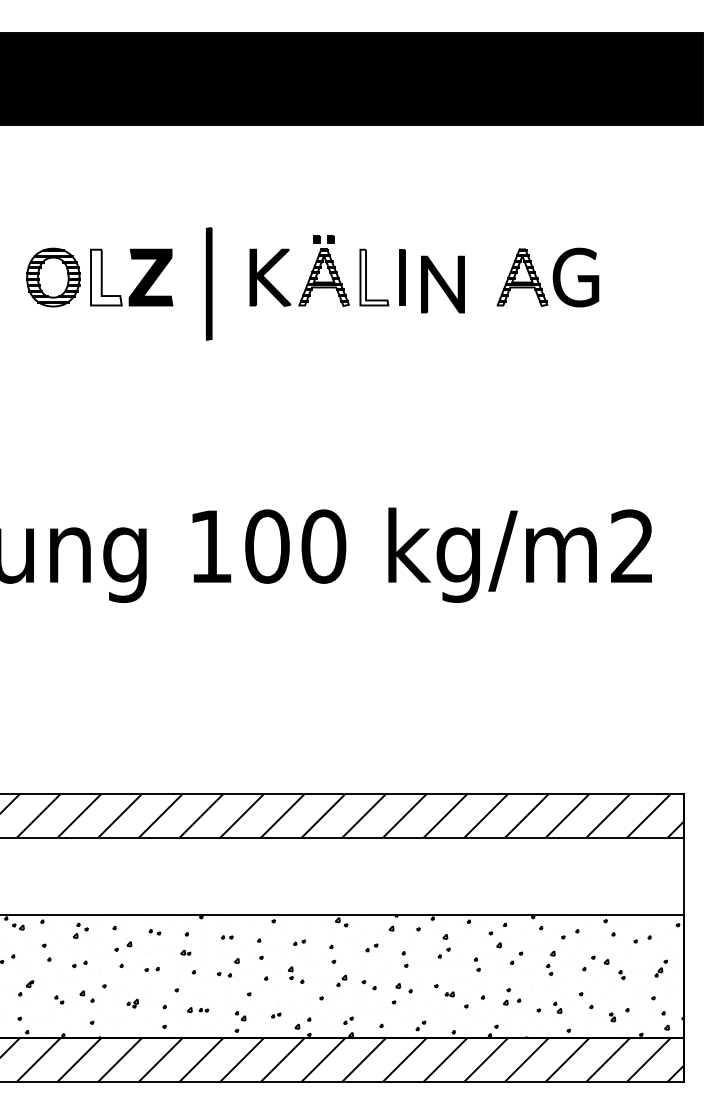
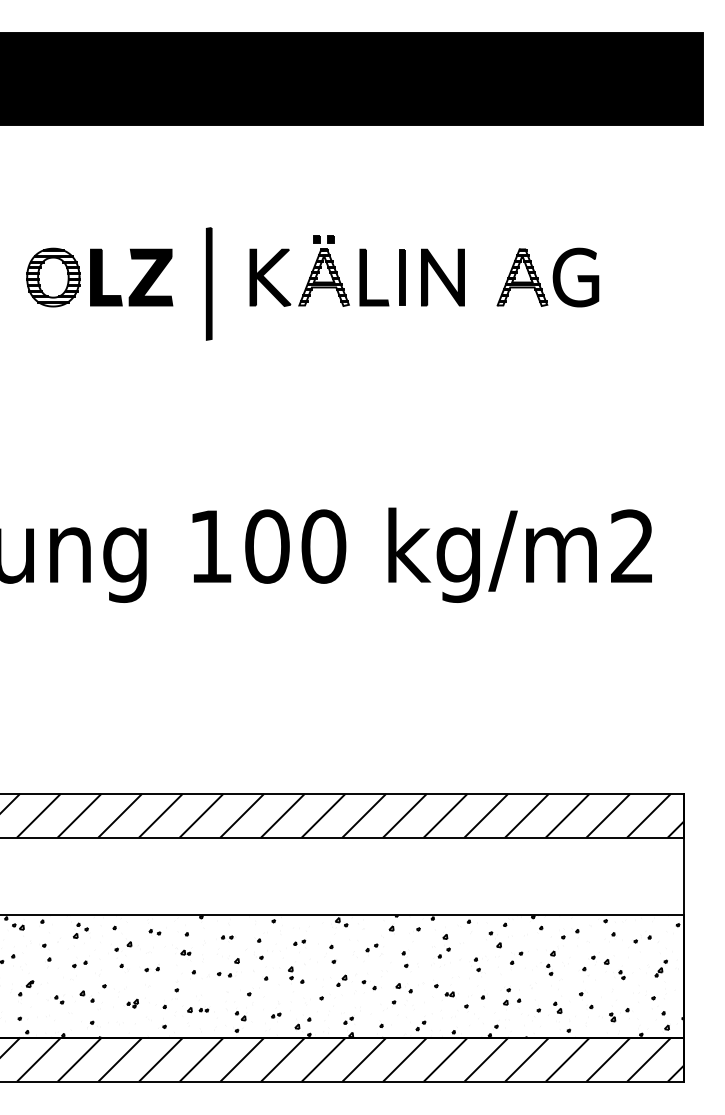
fill at (106, 277): none -> present
fill at (374, 277): none -> present
part at (442, 284) position: (442, 284) -> (442, 277)
